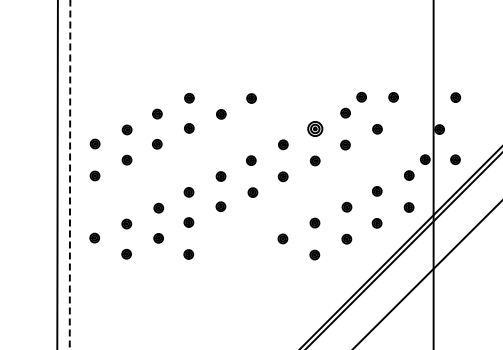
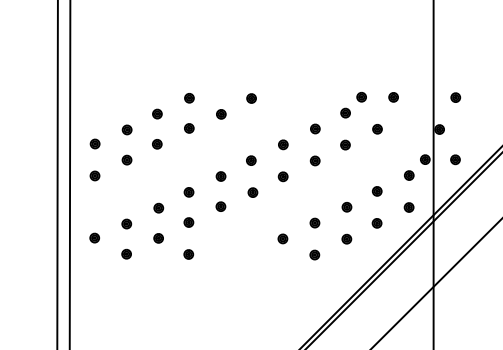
part at (315, 128) size: 17x16 px -> 11x12 px
line at (70, 175): dashed -> solid
line at (427, 274) position: (427, 274) -> (436, 283)
